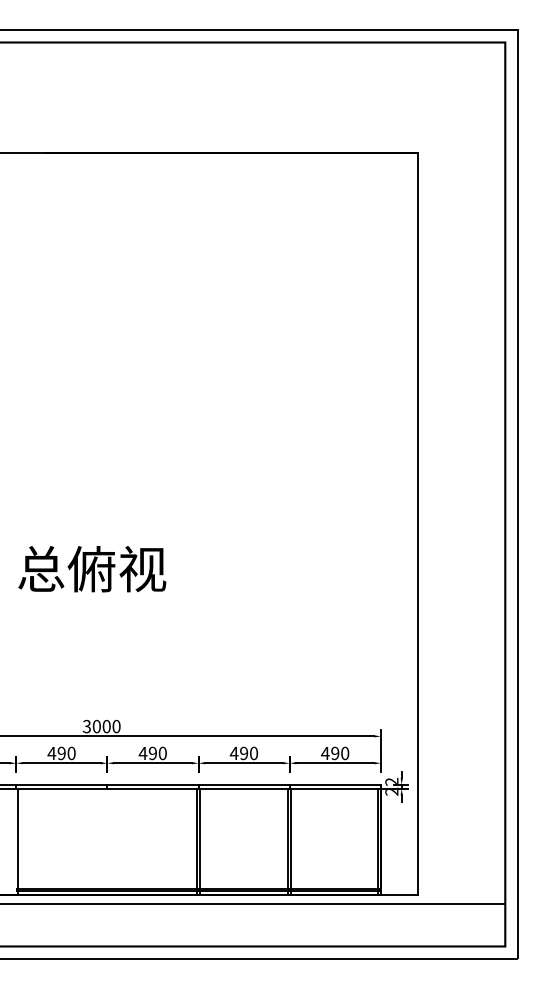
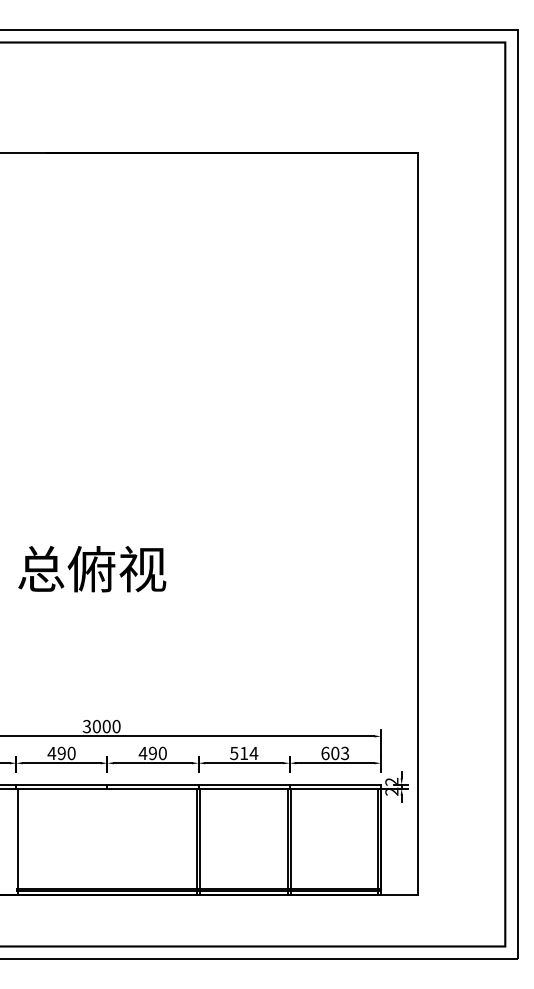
text at (243, 753): 490 -> 514
text at (335, 753): 490 -> 603
line at (253, 904): present -> none
